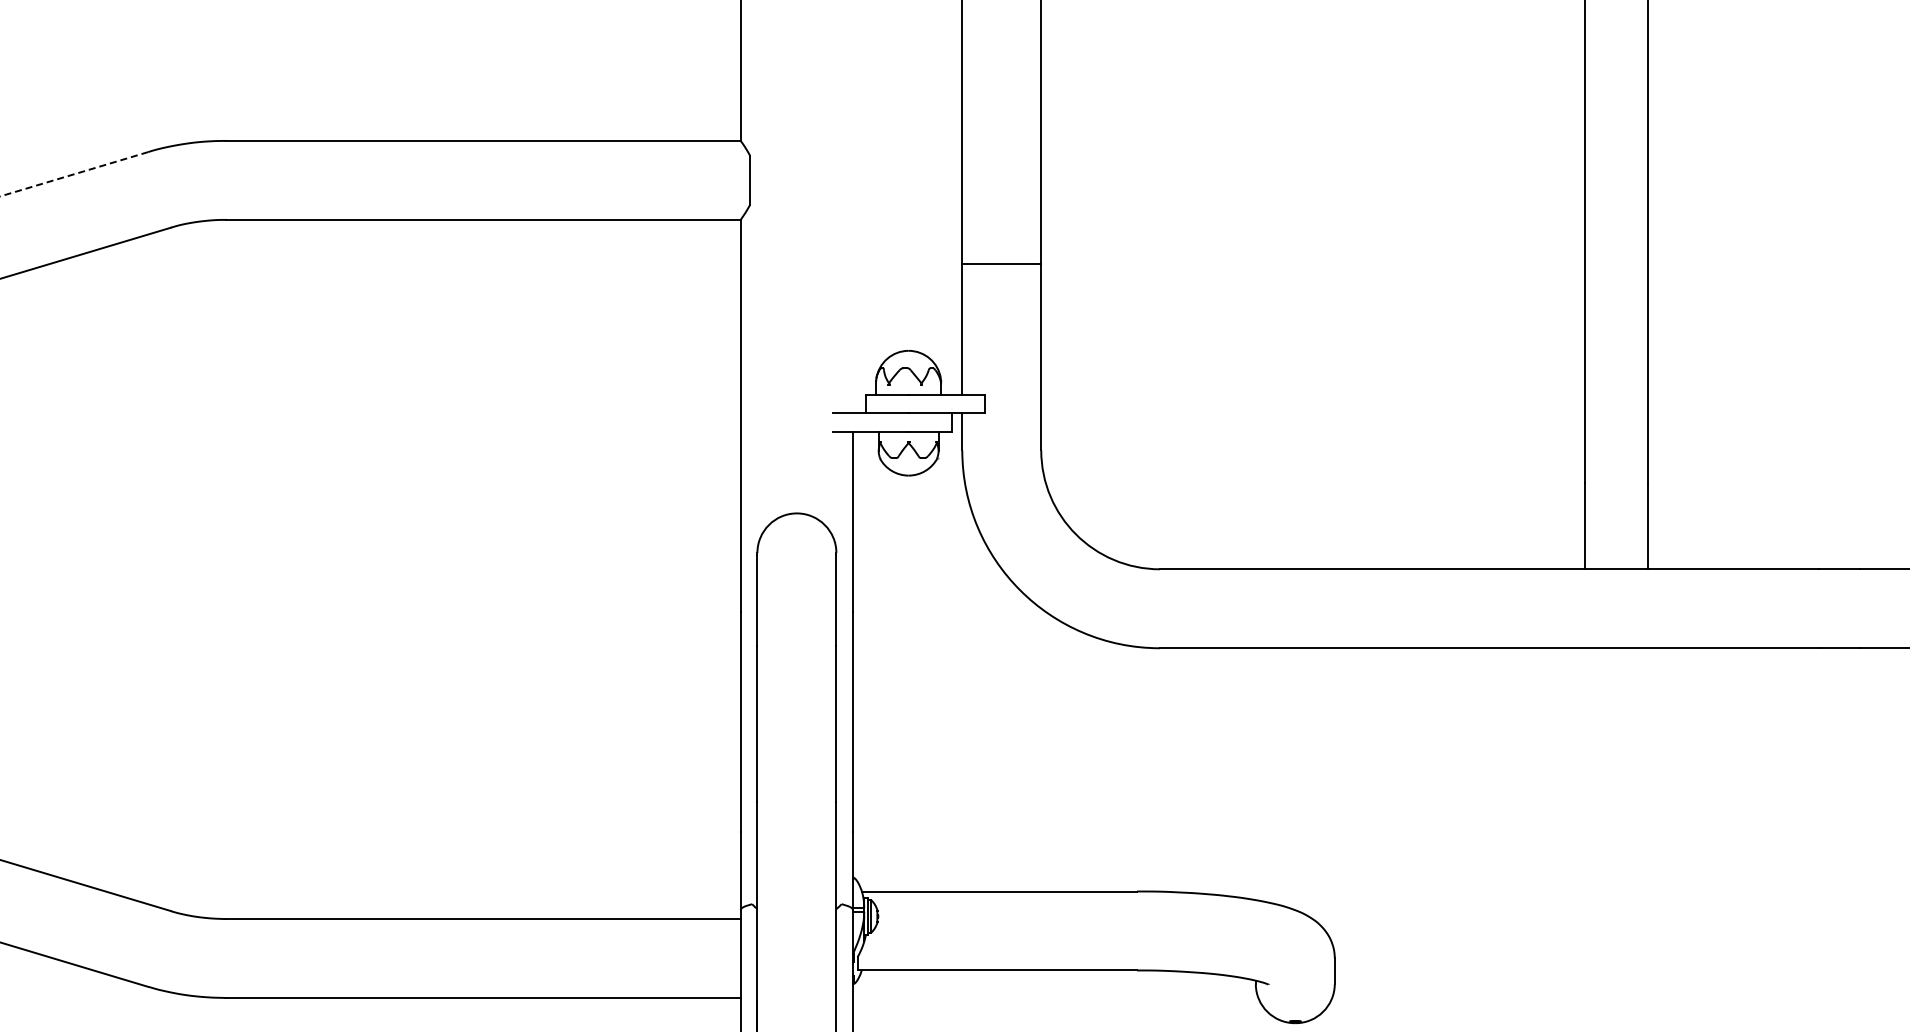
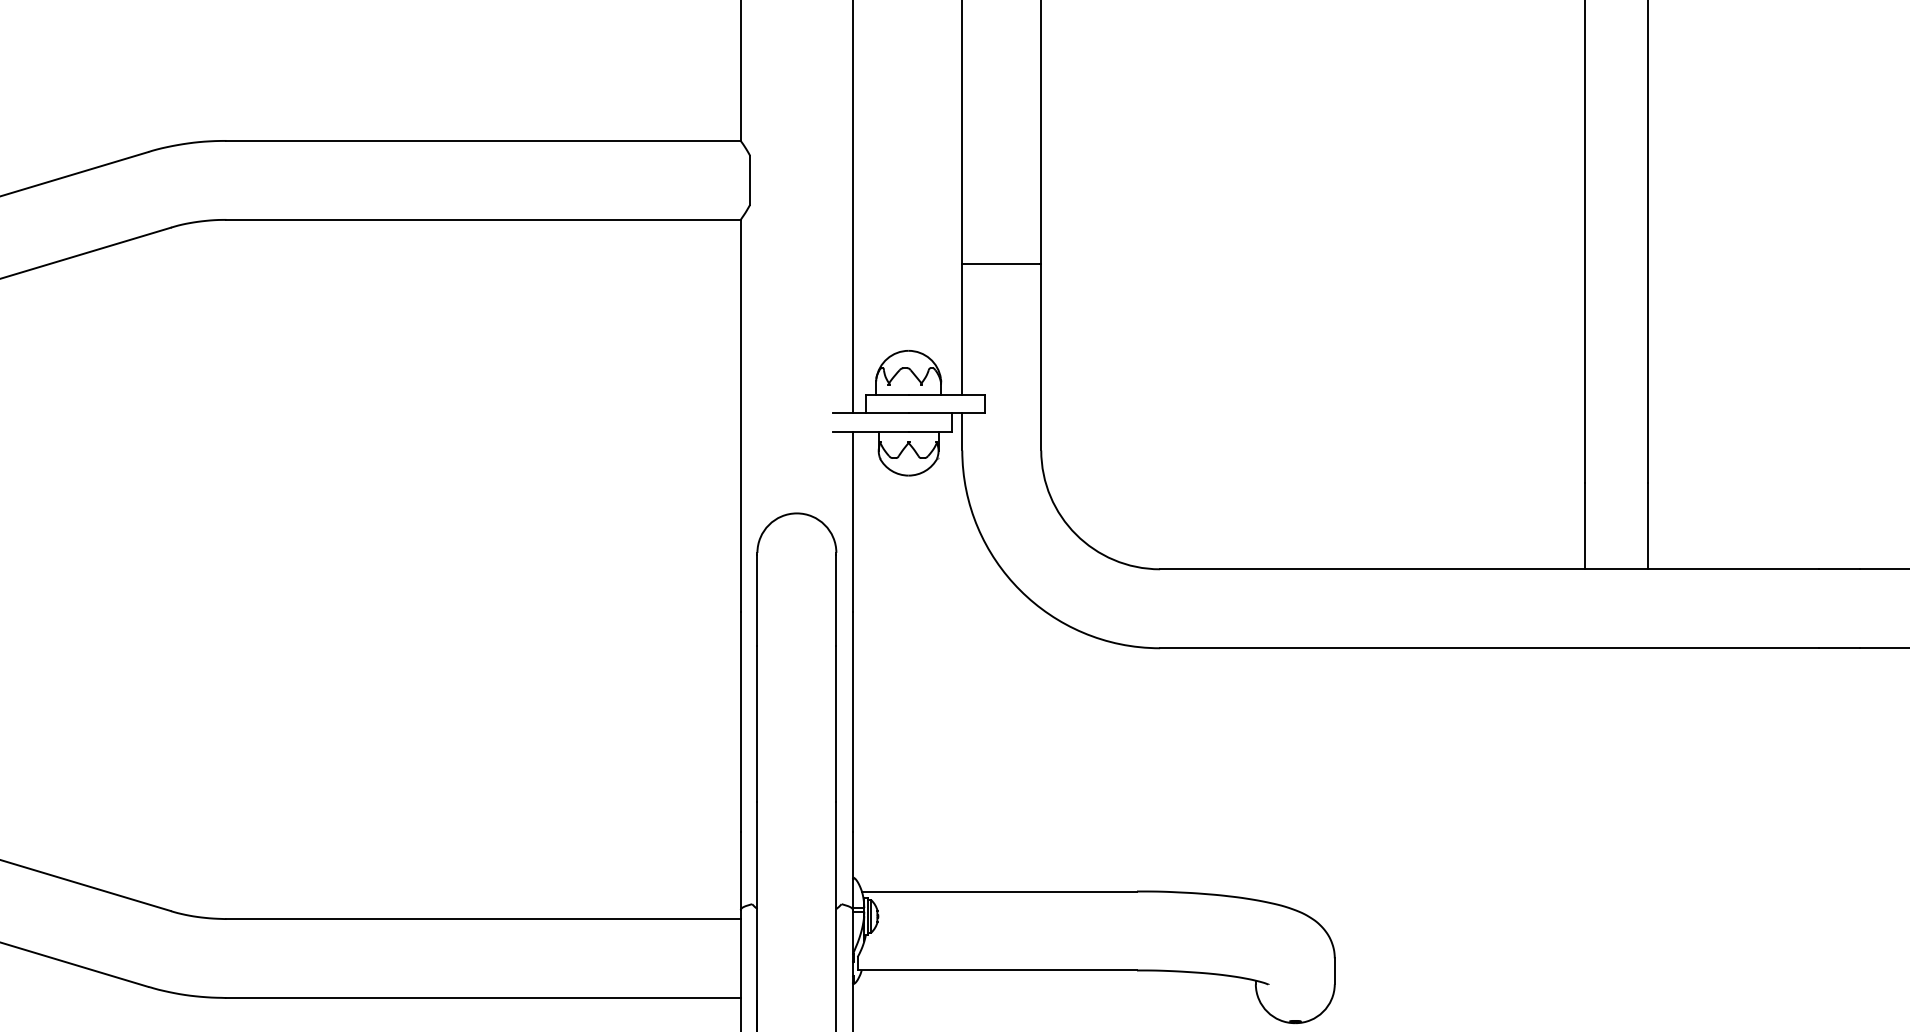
line at (73, 174): dashed -> solid
line at (853, 207): none -> present
